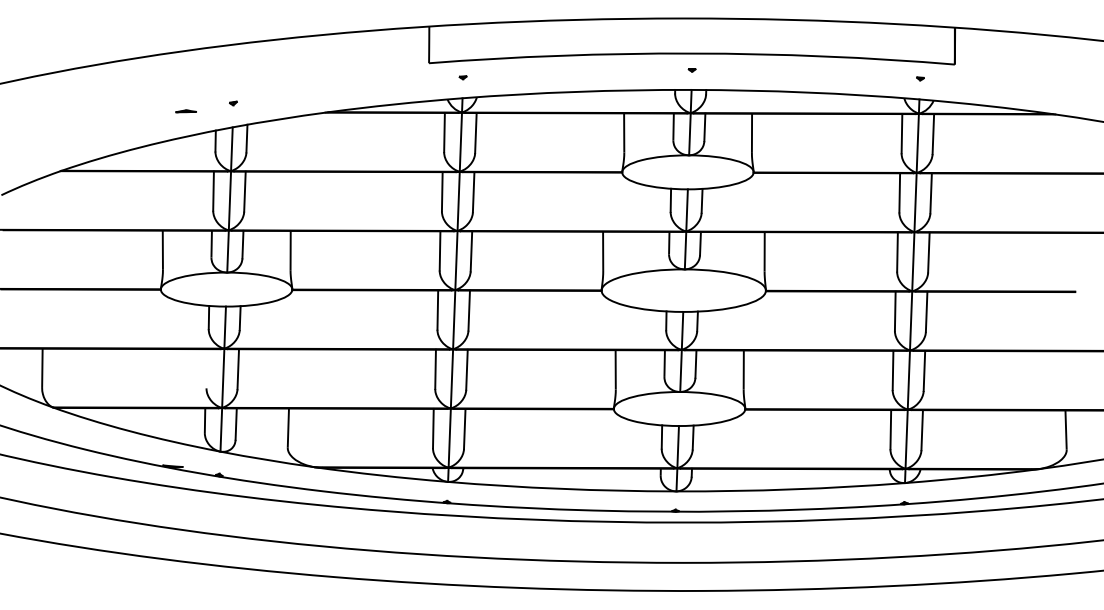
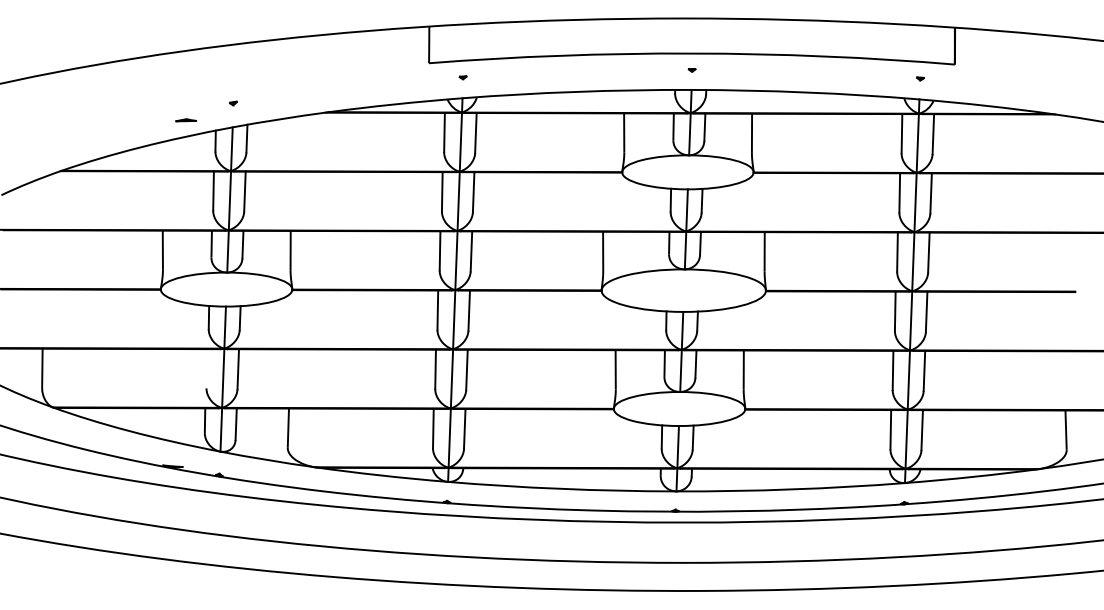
line at (185, 111) position: (185, 111) -> (185, 120)
